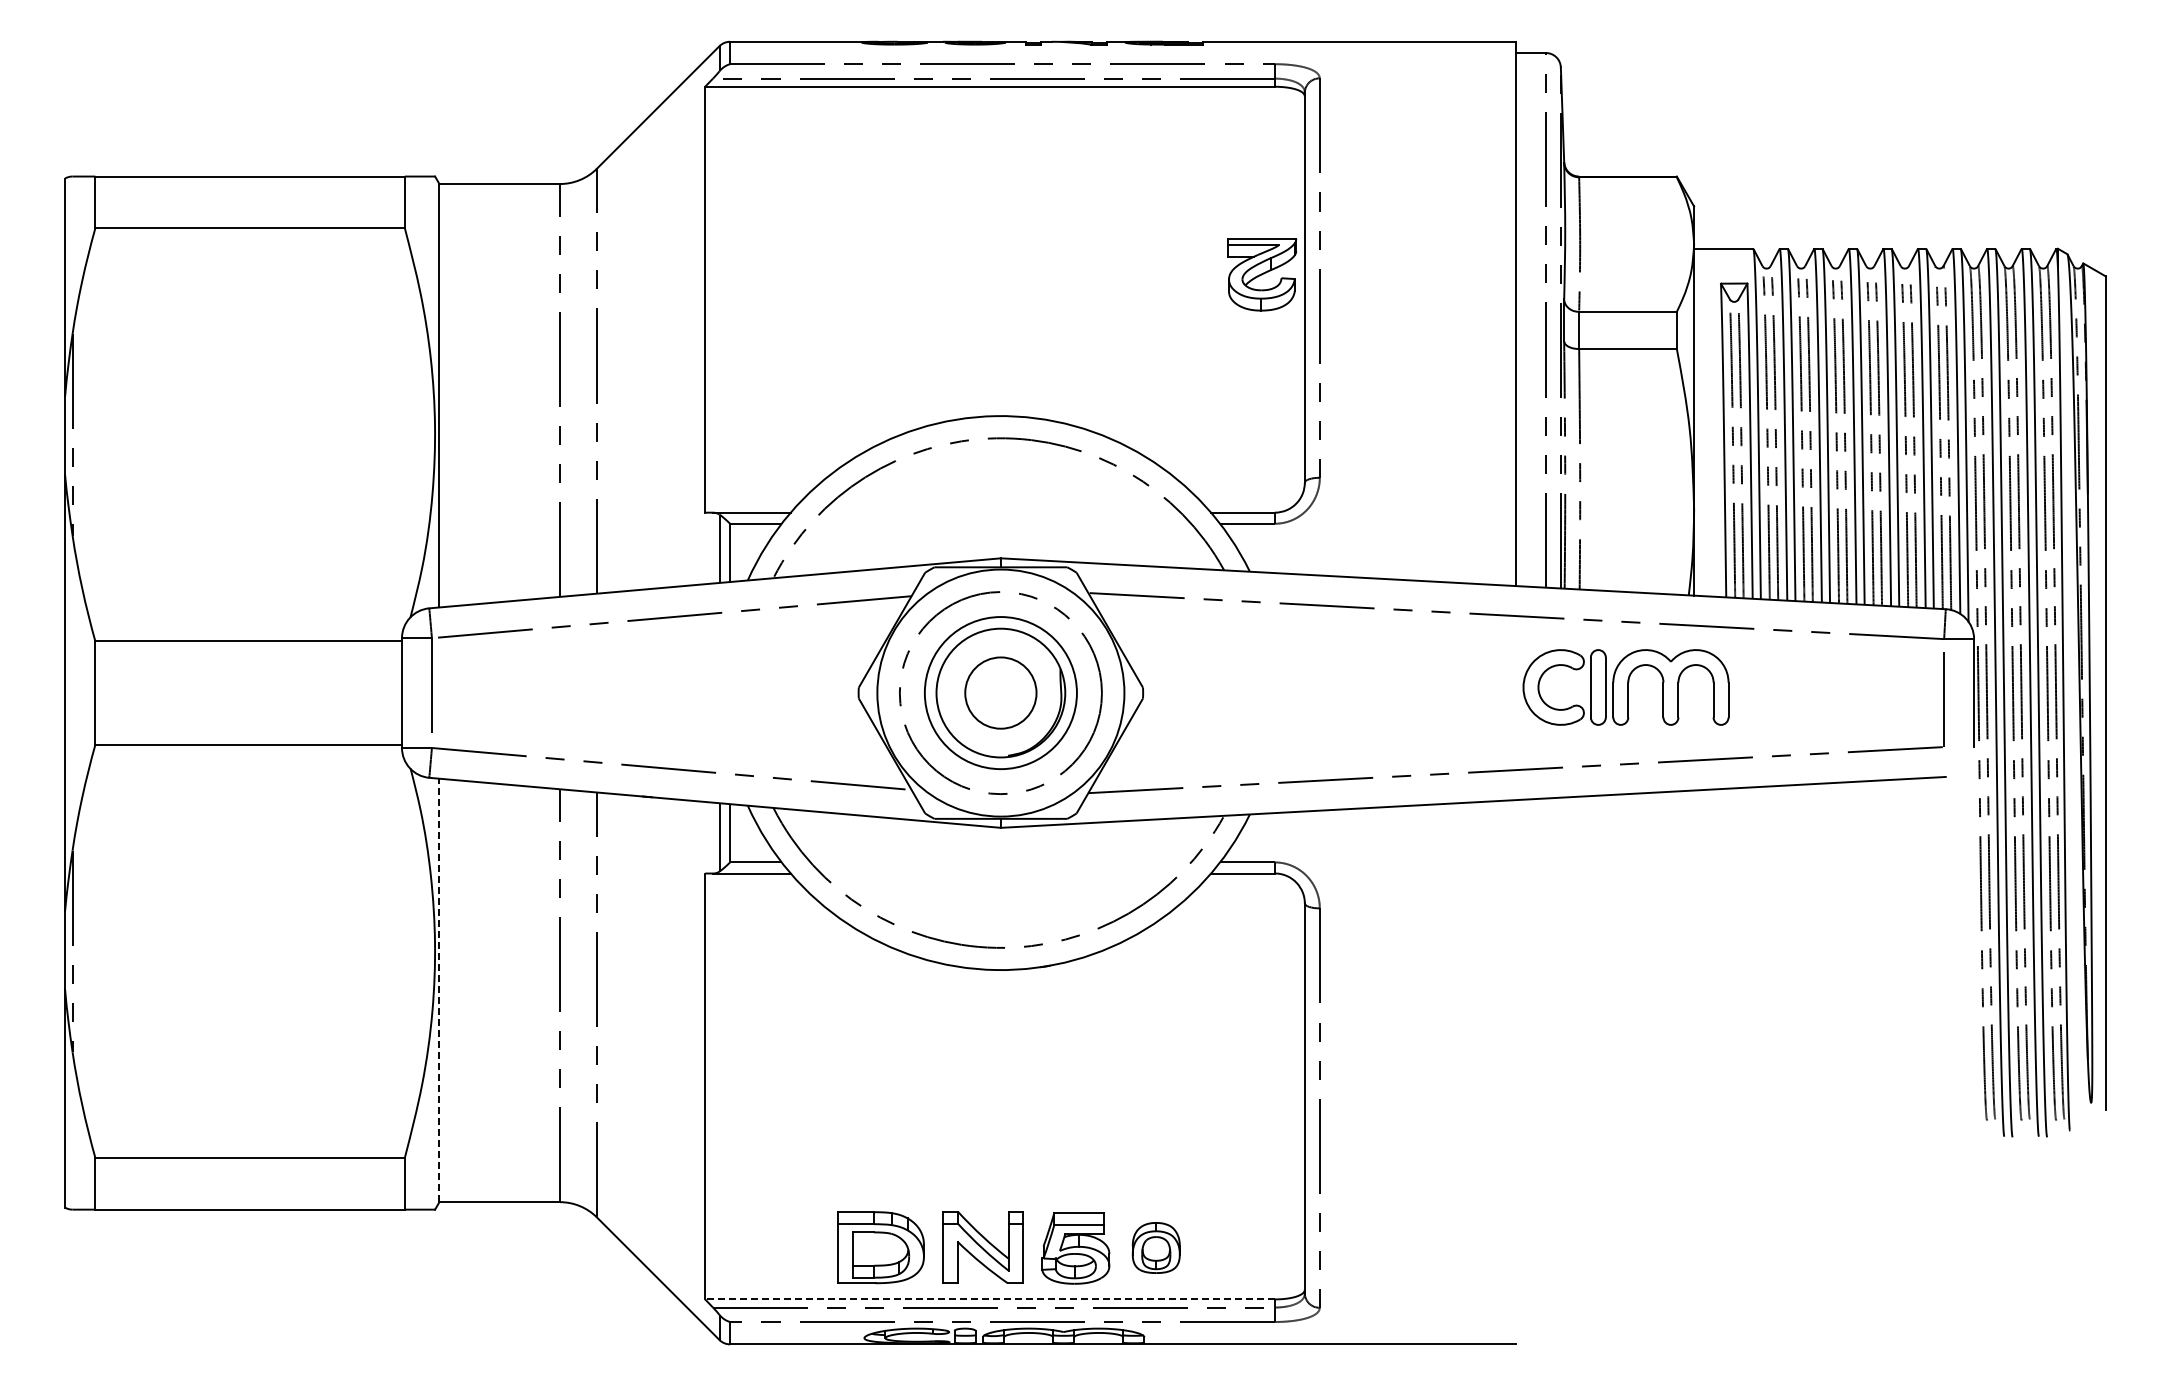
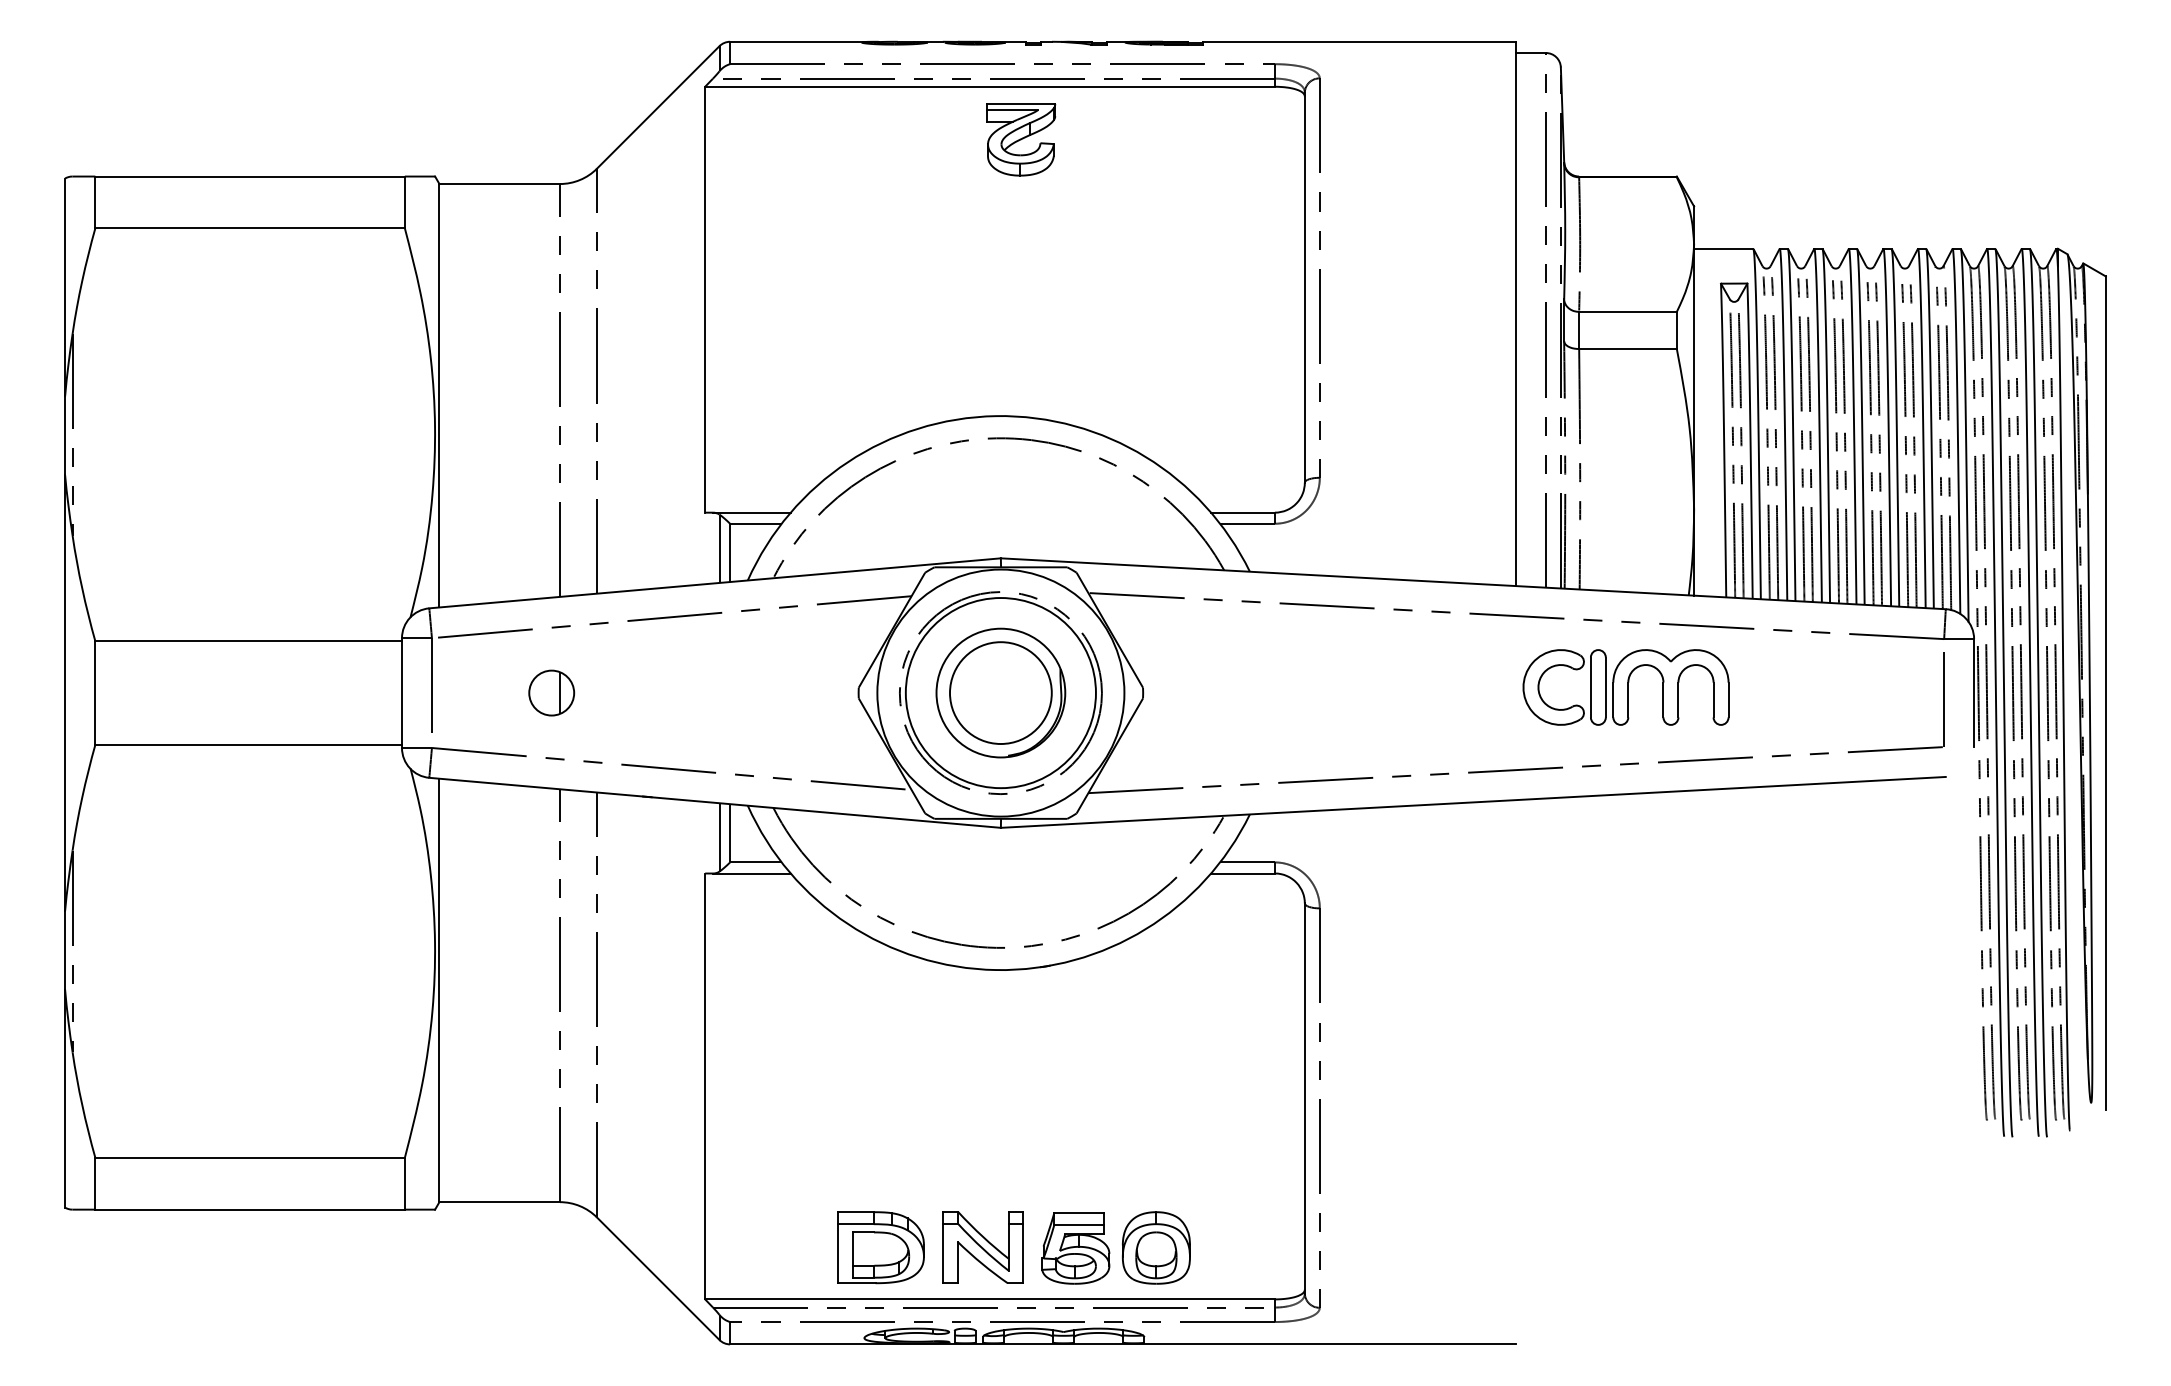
part at (1262, 274) position: (1262, 274) -> (1021, 139)
part at (551, 692): none -> present
circle at (1000, 692) diameter: 71 px -> 102 px
circle at (1000, 693) diameter: 152 px -> 190 px
line at (439, 990): dashed -> solid
part at (1155, 1247) size: 50x52 px -> 70x74 px
line at (990, 1299): dashed -> solid
